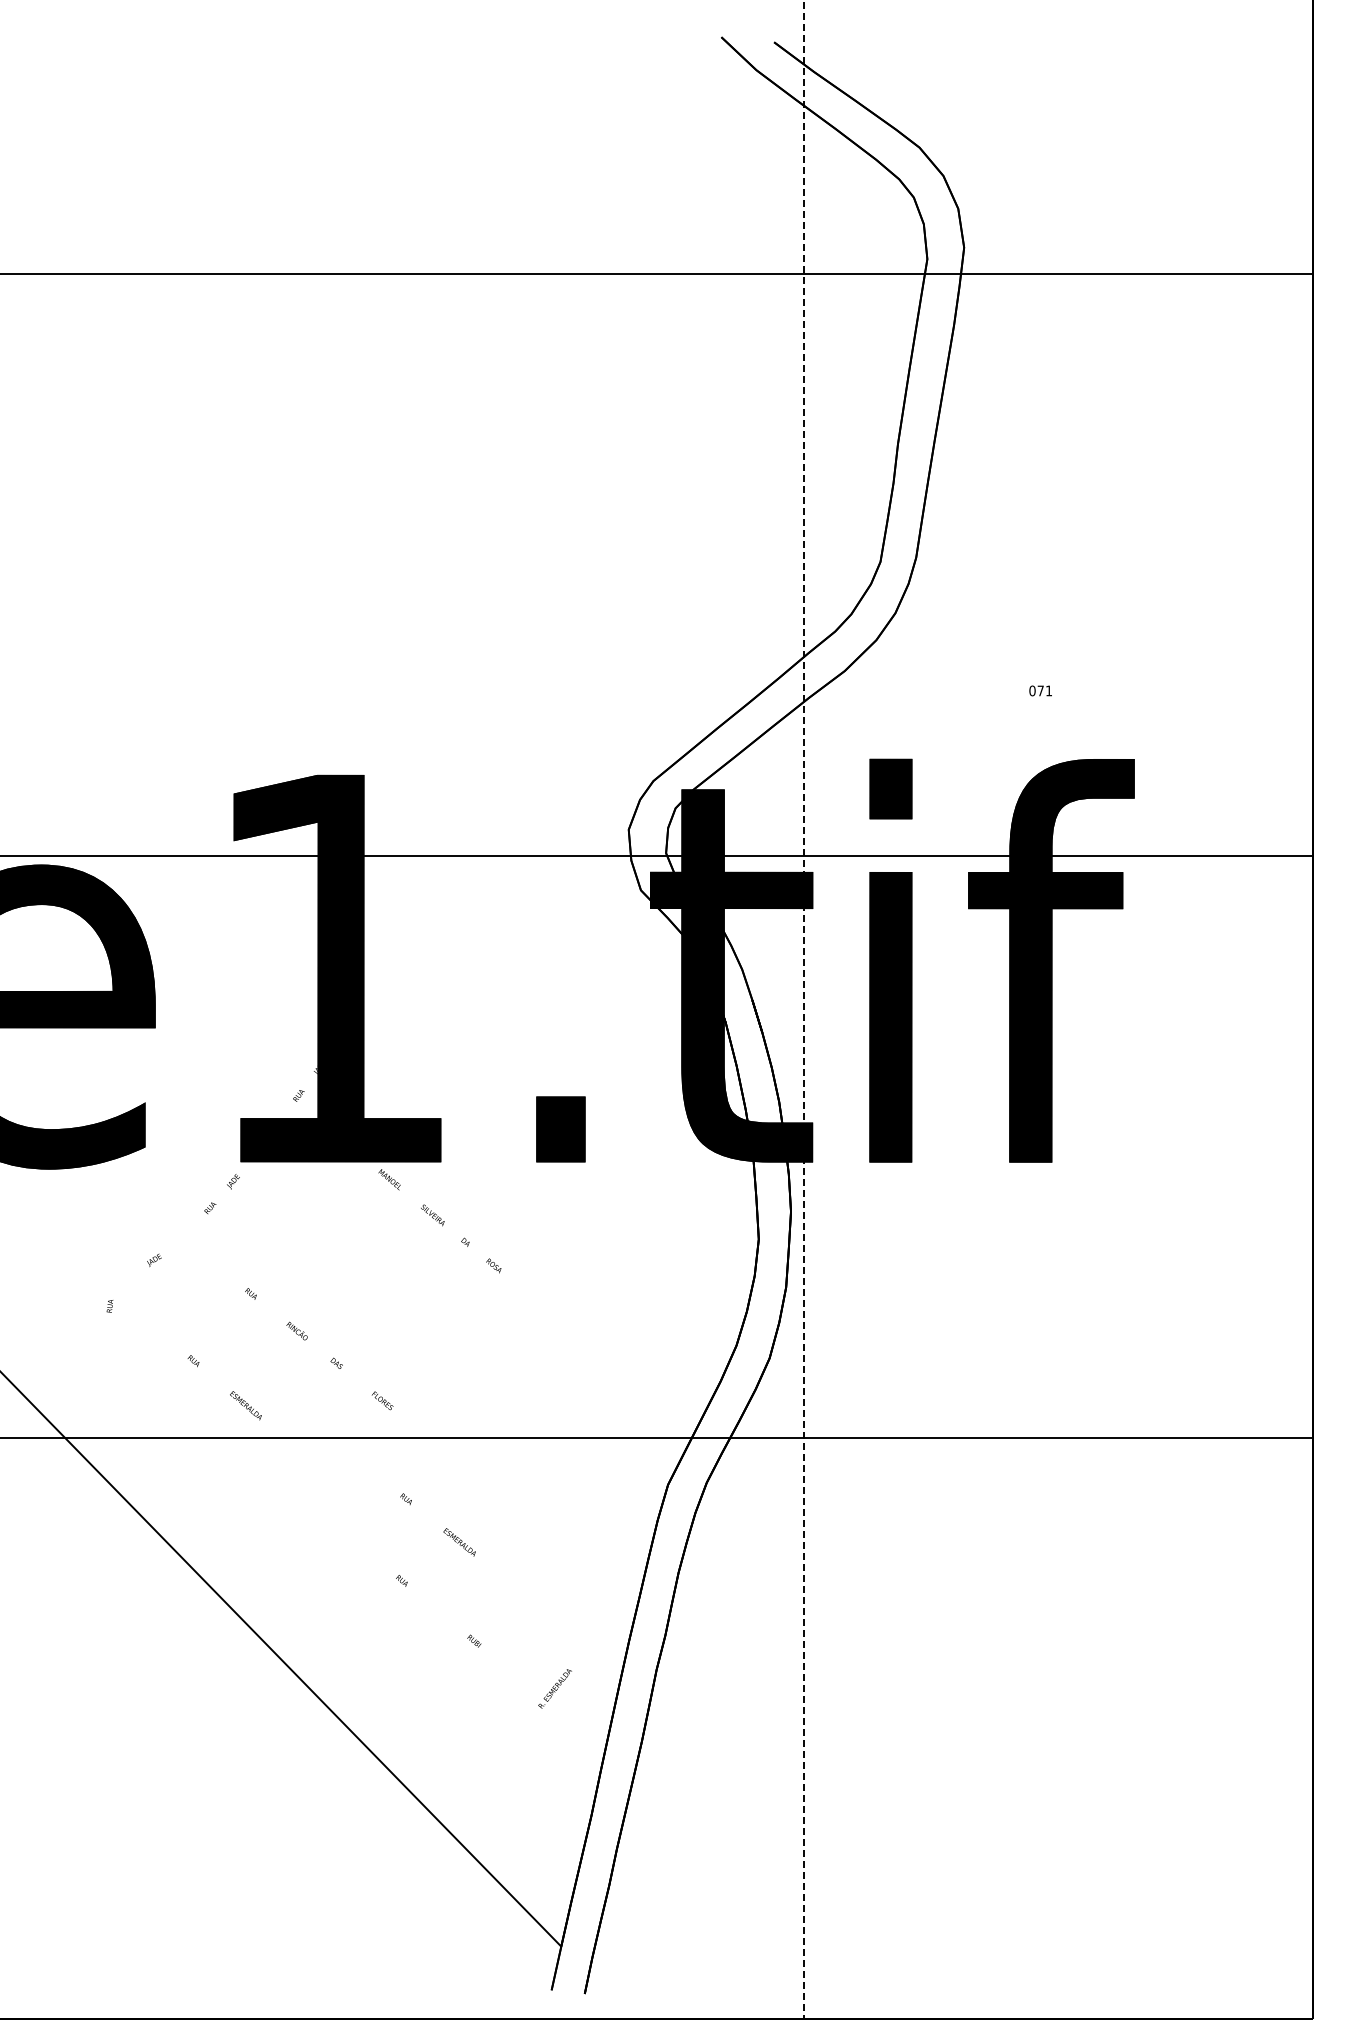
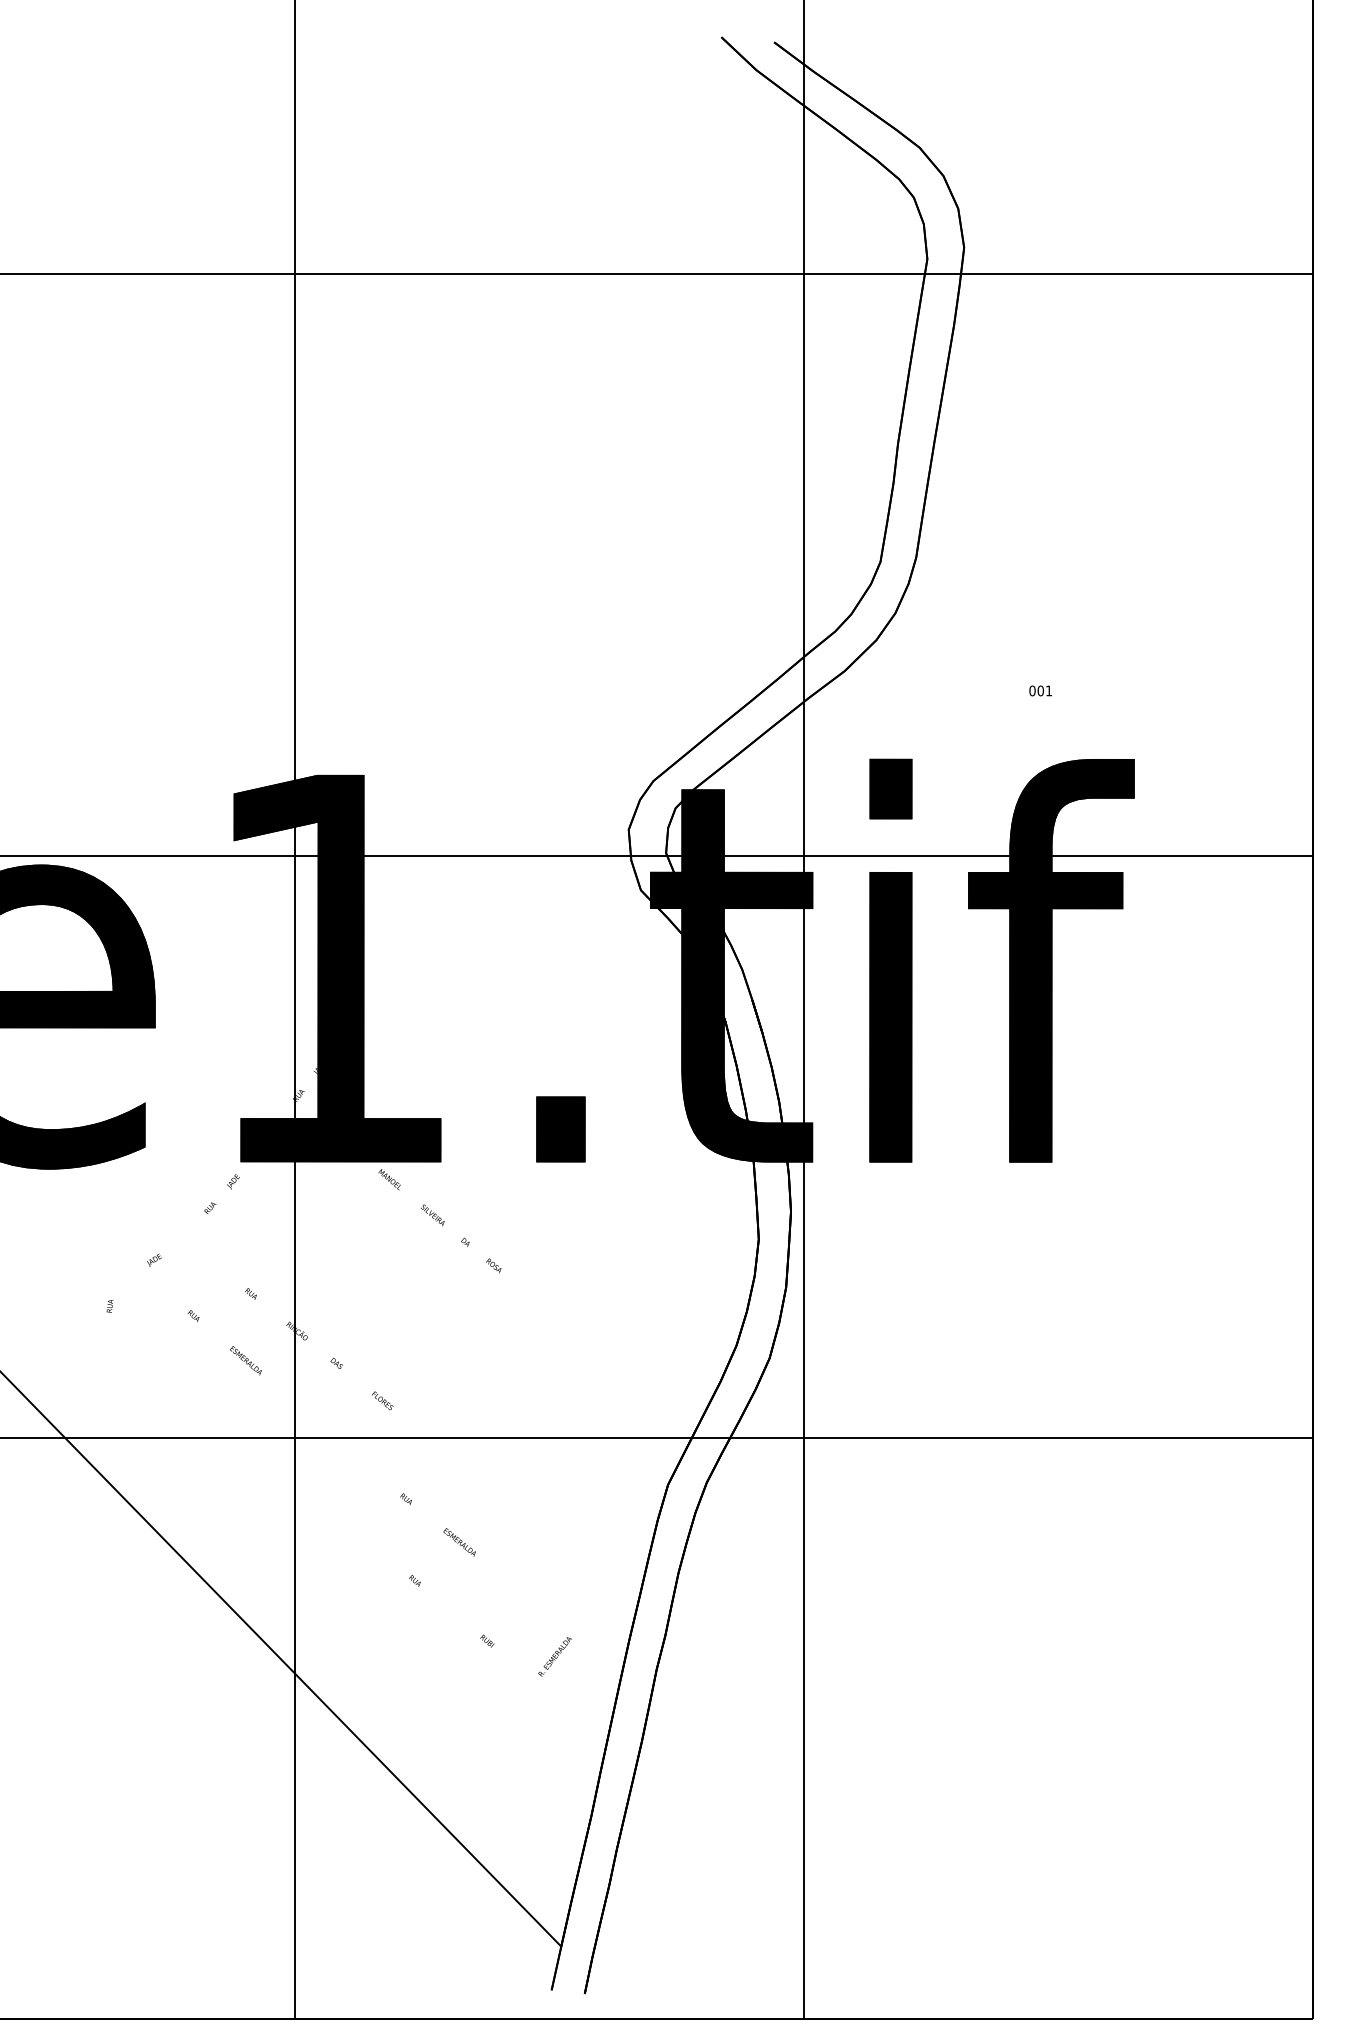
text at (1040, 690): 071 -> 001
line at (295, 1010): none -> present
line at (804, 1010): dashed -> solid
text at (224, 1387) position: (224, 1387) -> (224, 1342)
text at (438, 1611) position: (438, 1611) -> (451, 1611)
text at (554, 1688) position: (554, 1688) -> (554, 1656)
